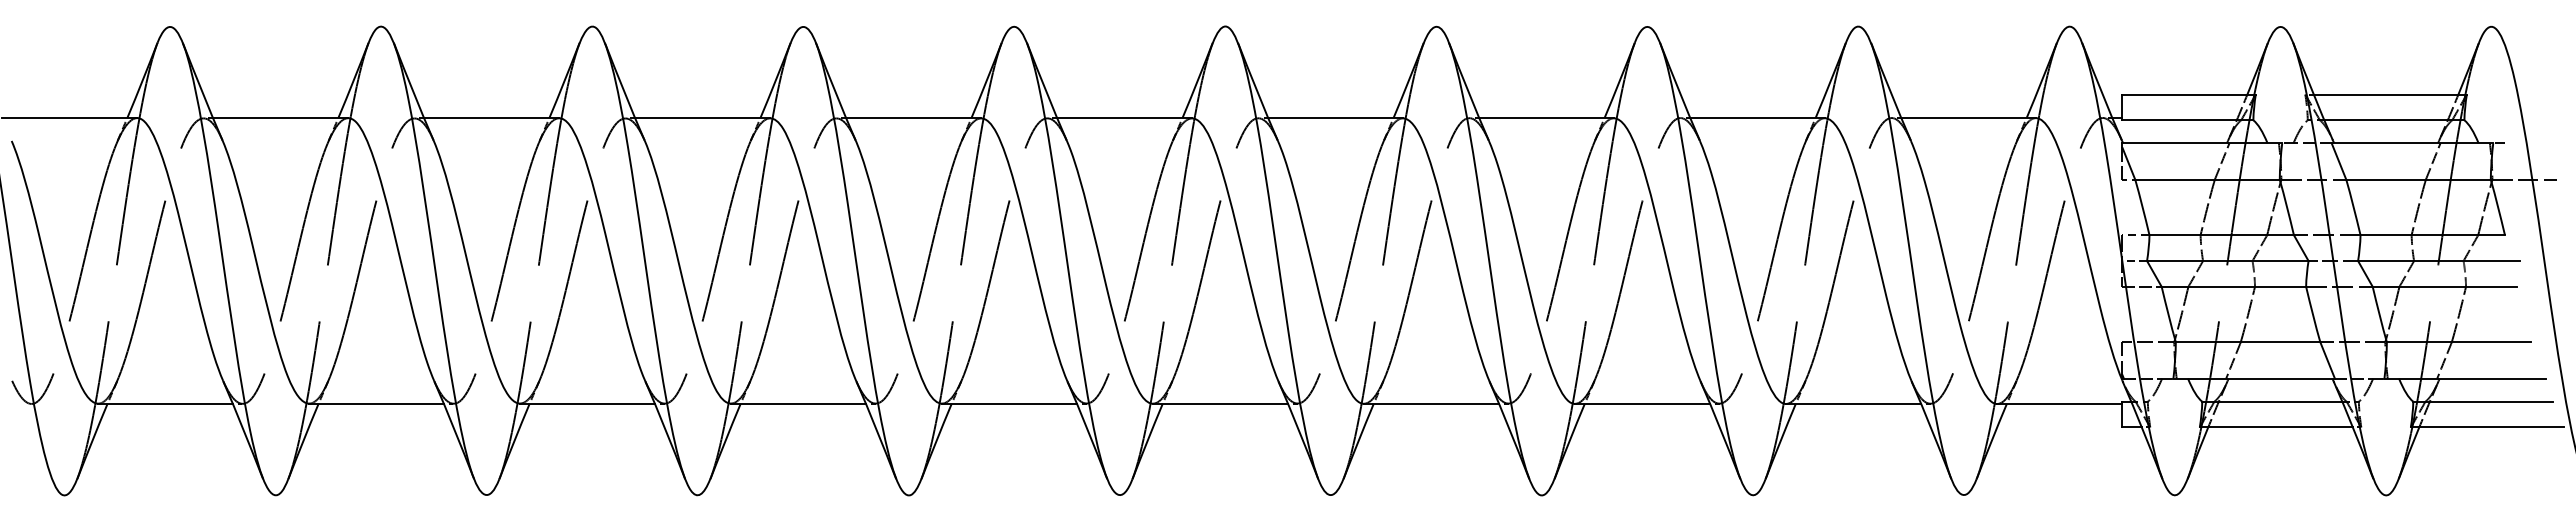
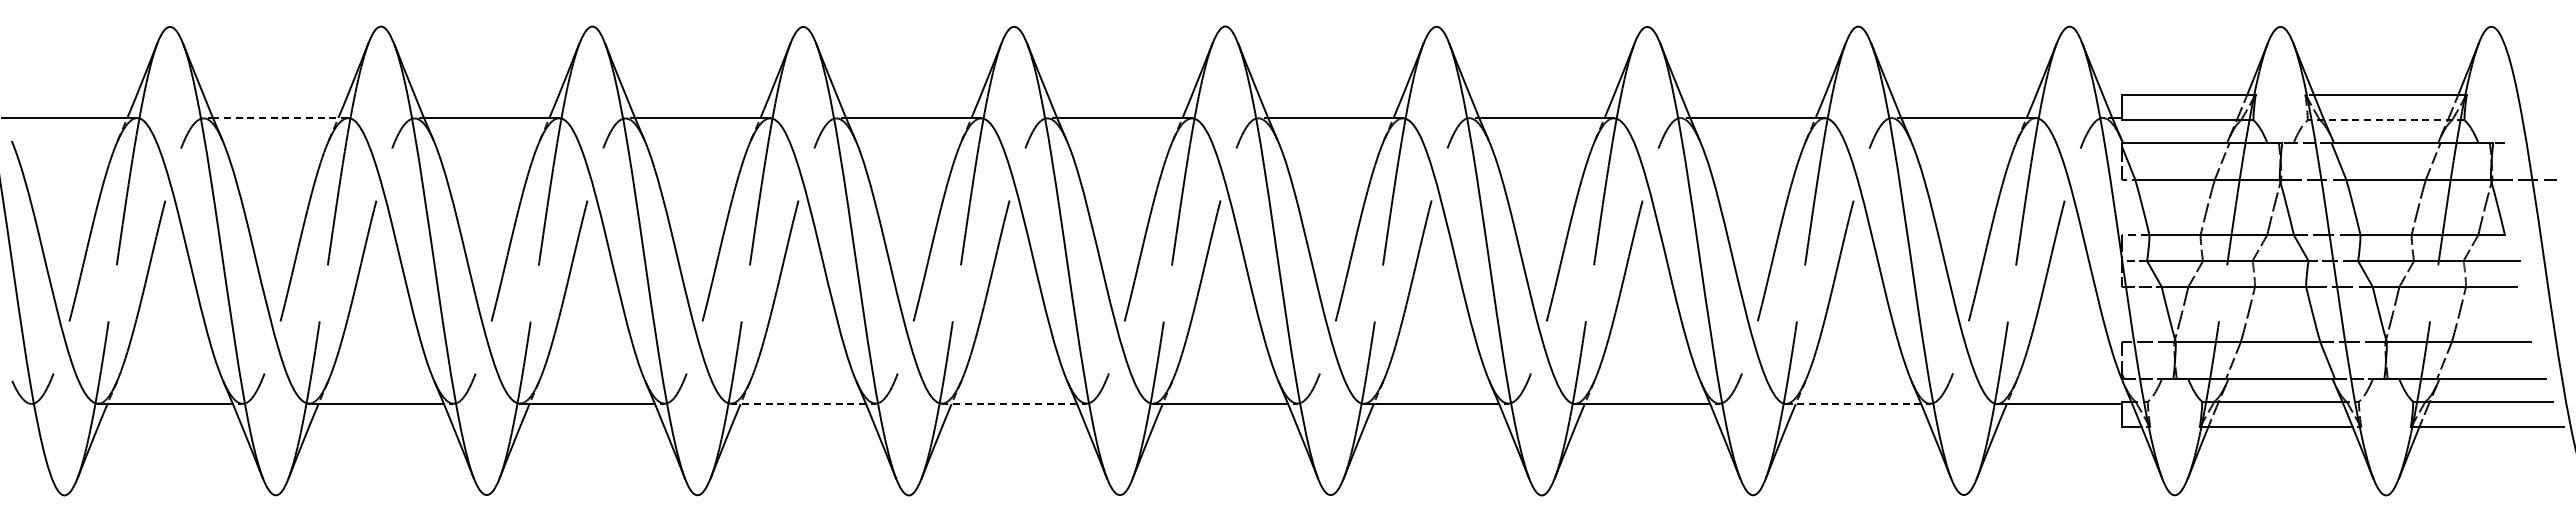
line at (279, 117): solid -> dashed
line at (2393, 120): solid -> dashed
line at (798, 404): solid -> dashed
line at (1009, 404): solid -> dashed
line at (1853, 404): solid -> dashed
